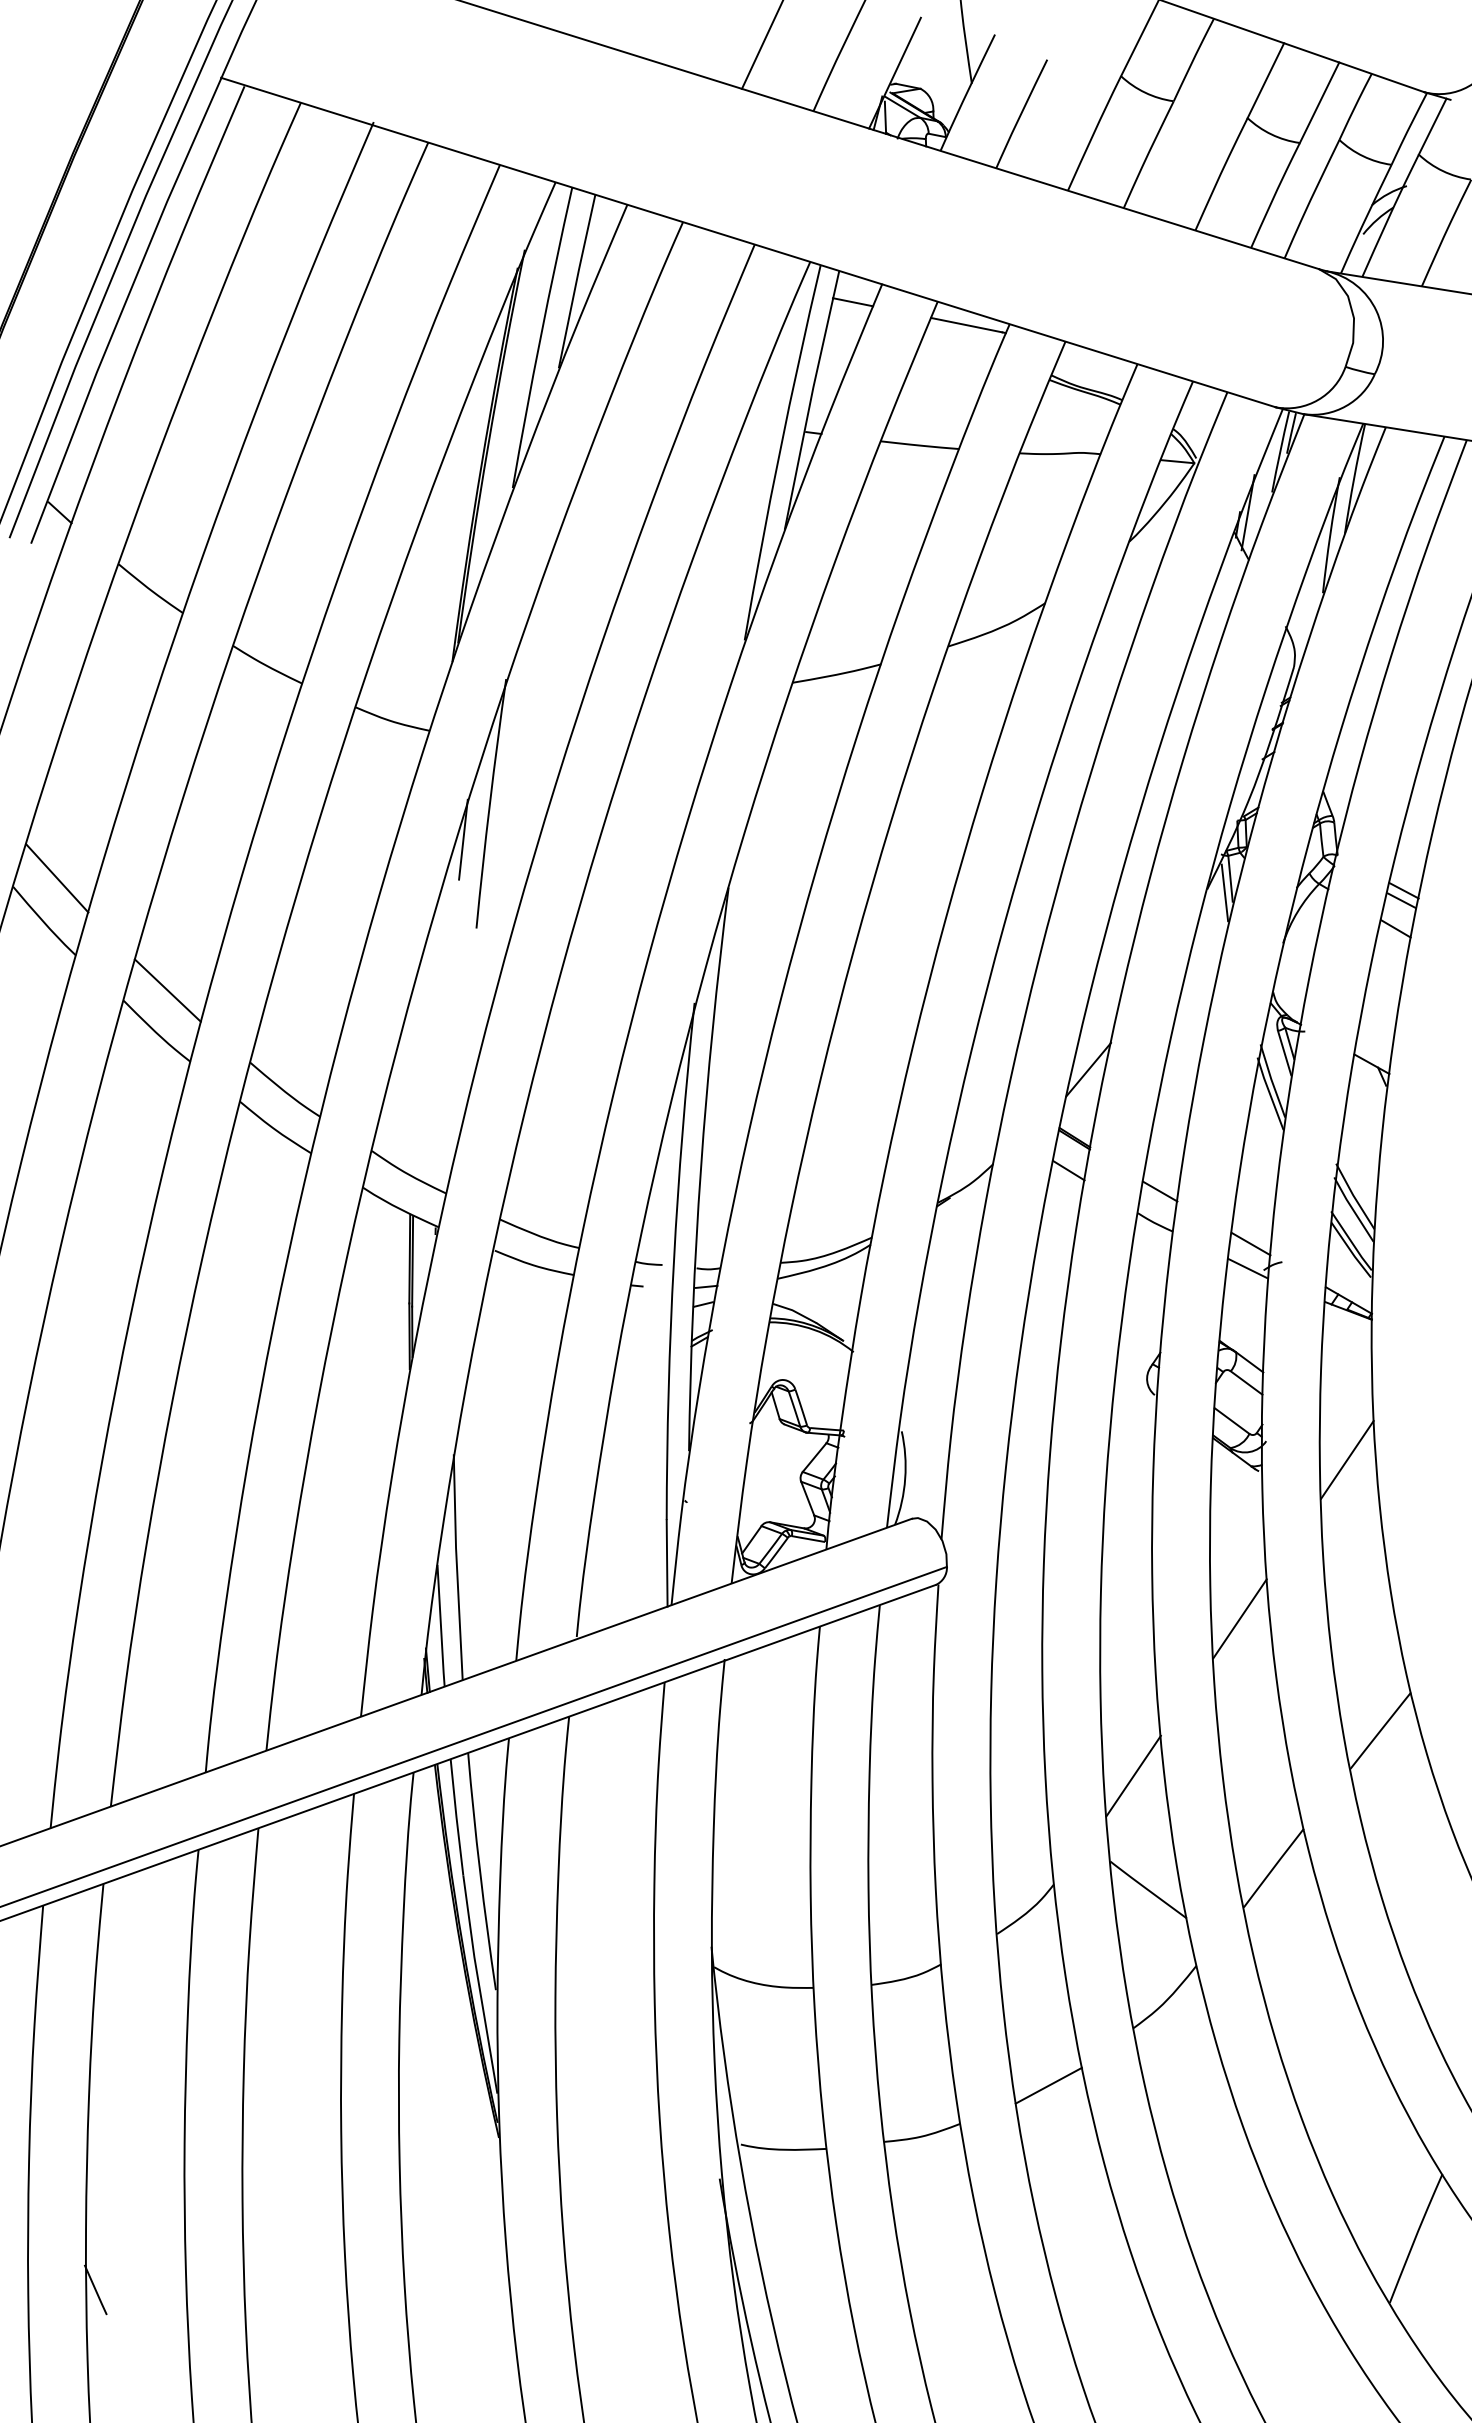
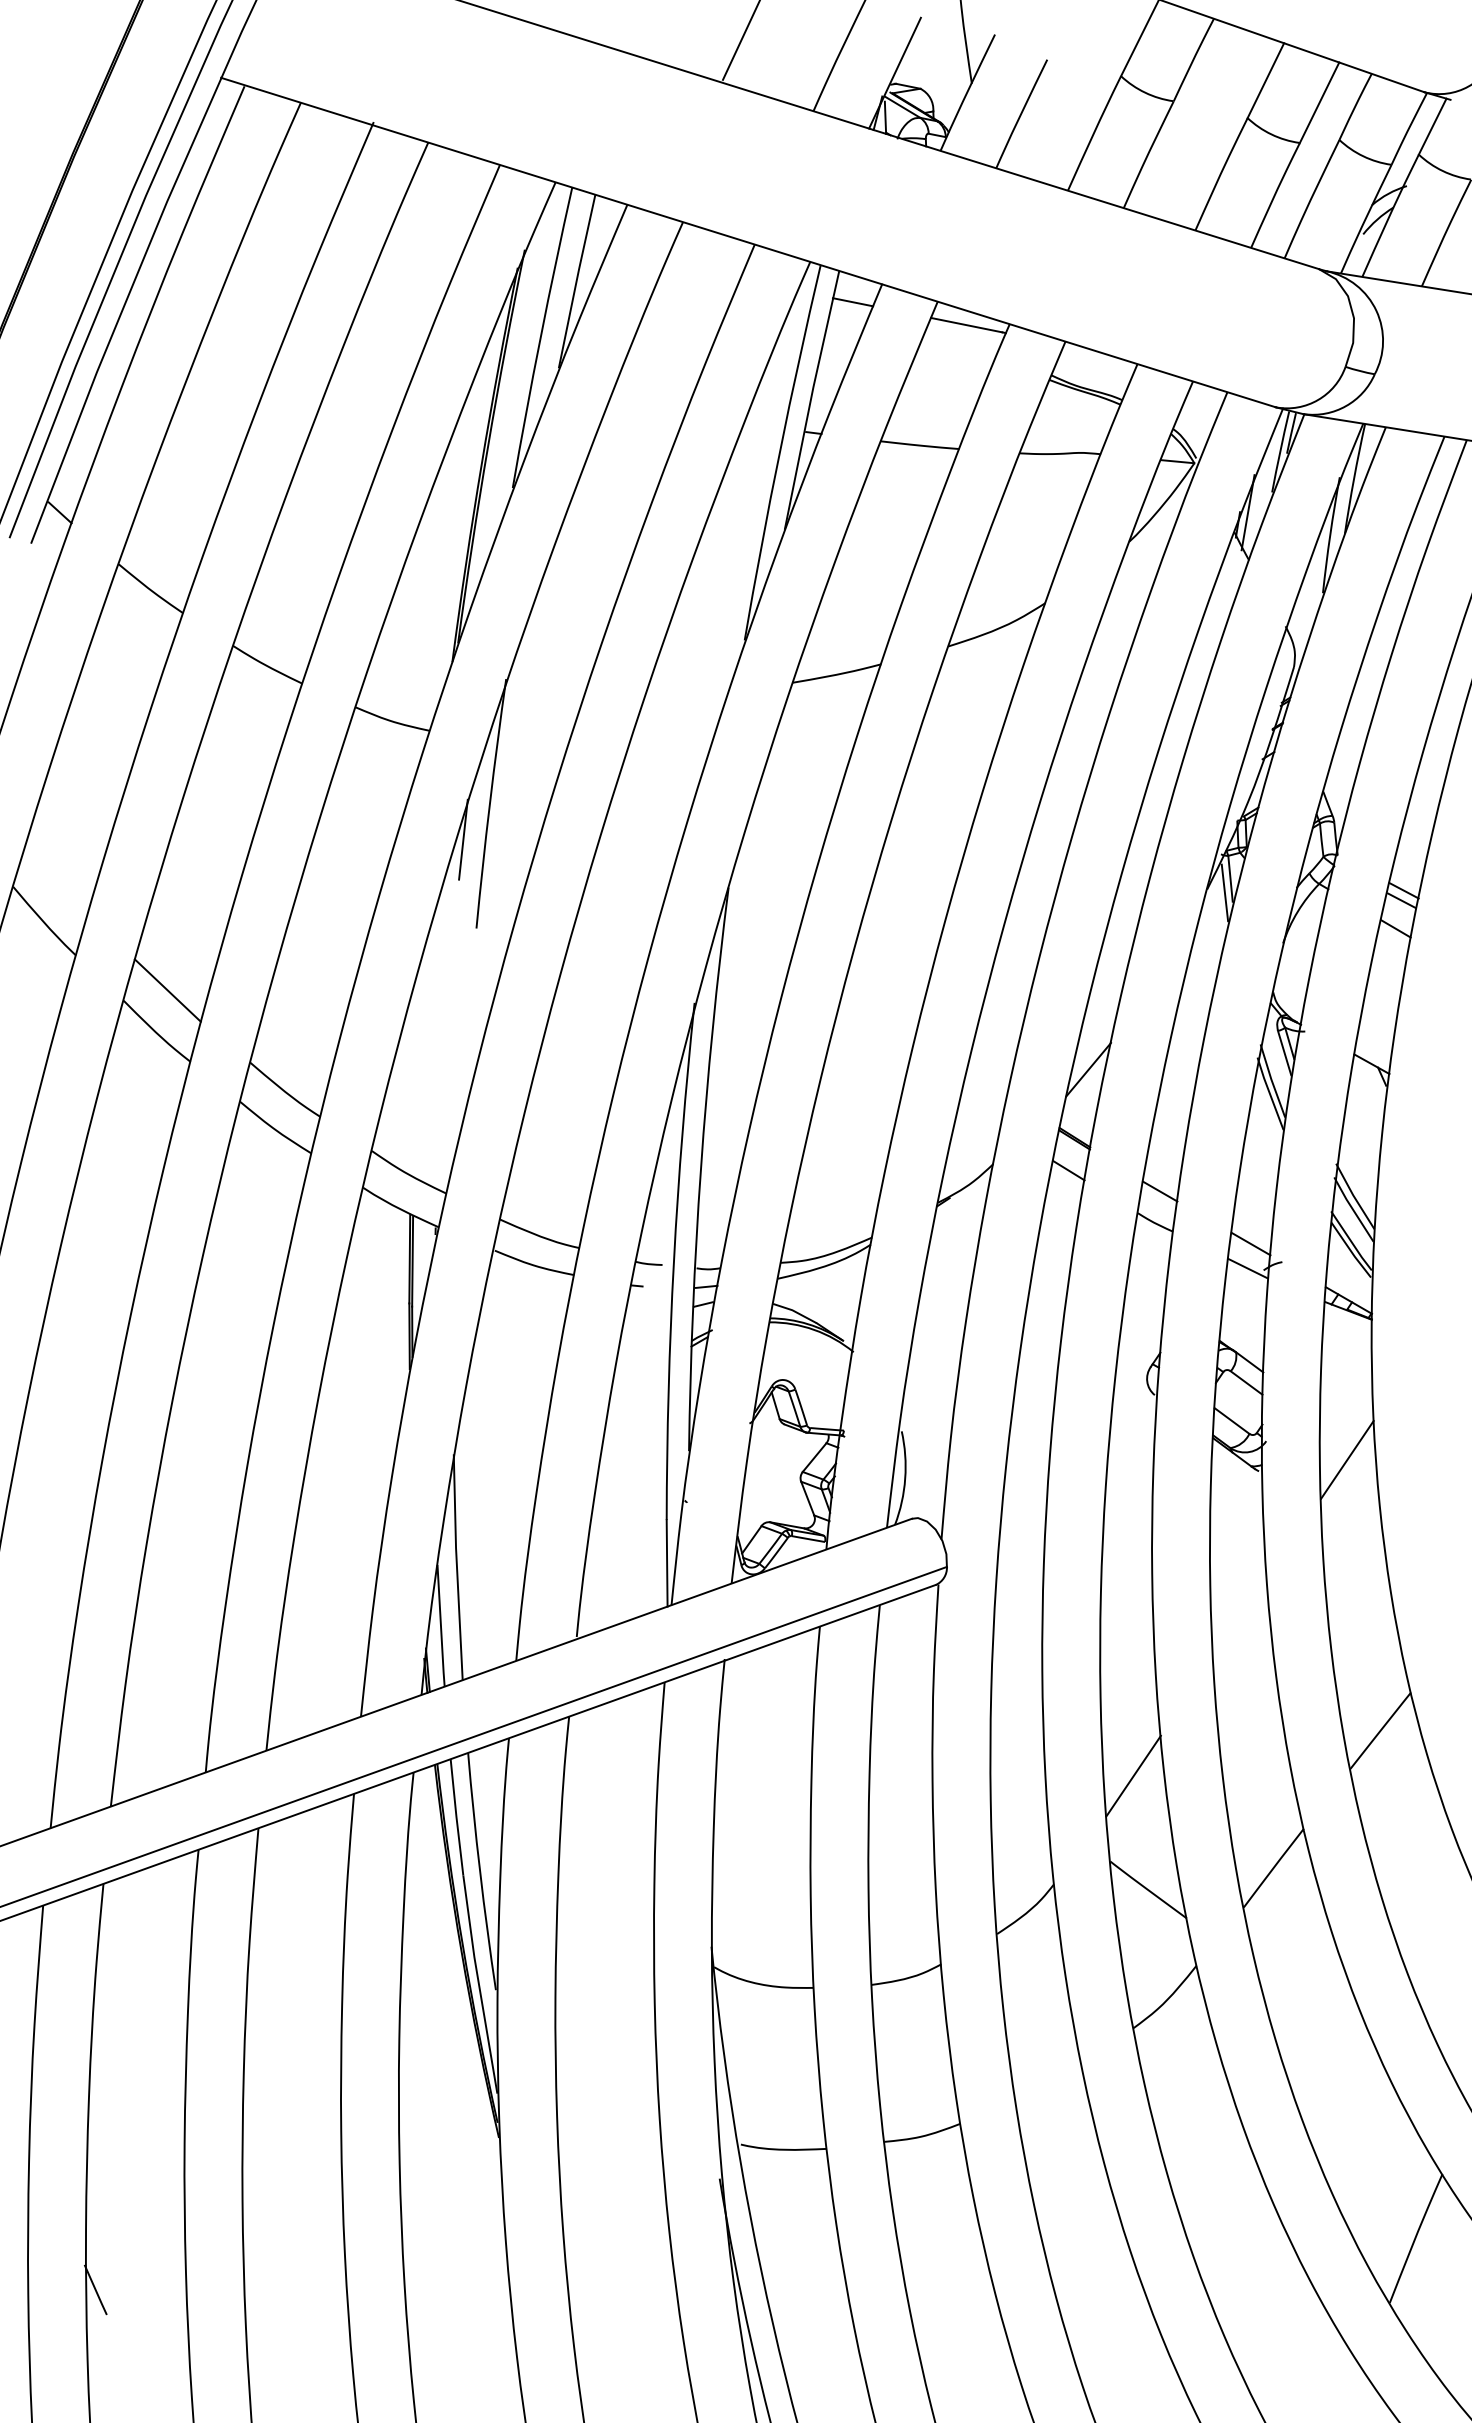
line at (761, 45) position: (761, 45) -> (740, 40)
line at (57, 878): present -> none
line at (1239, 1618): present -> none
line at (1048, 2085): present -> none
